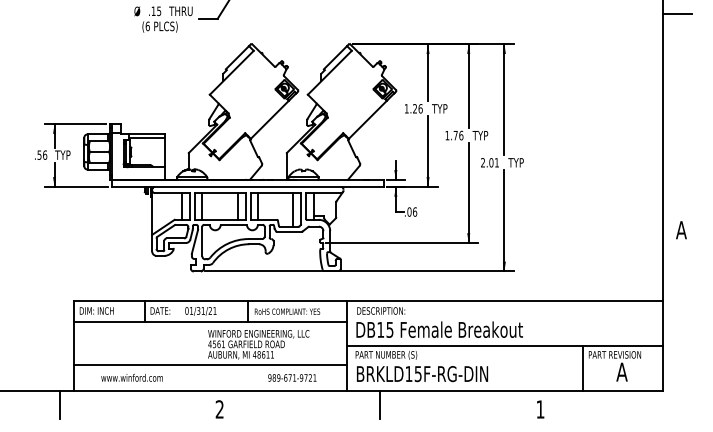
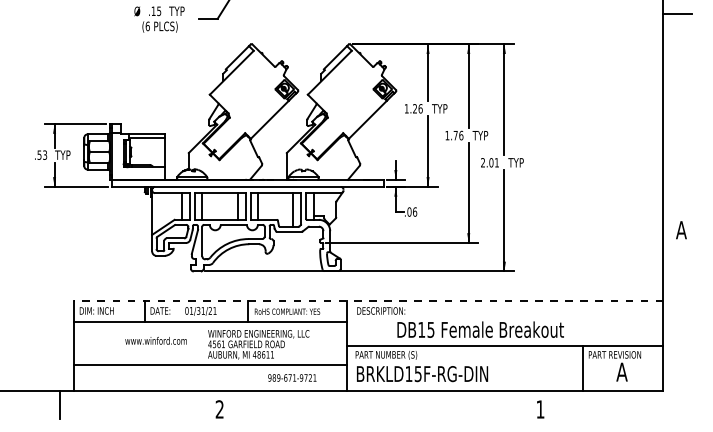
text at (183, 11): THRU -> TYP
text at (45, 154): .56 -> .53
line at (368, 301): solid -> dashed
text at (439, 329) position: (439, 329) -> (480, 329)
text at (131, 377) position: (131, 377) -> (155, 340)
line at (380, 404): present -> none
